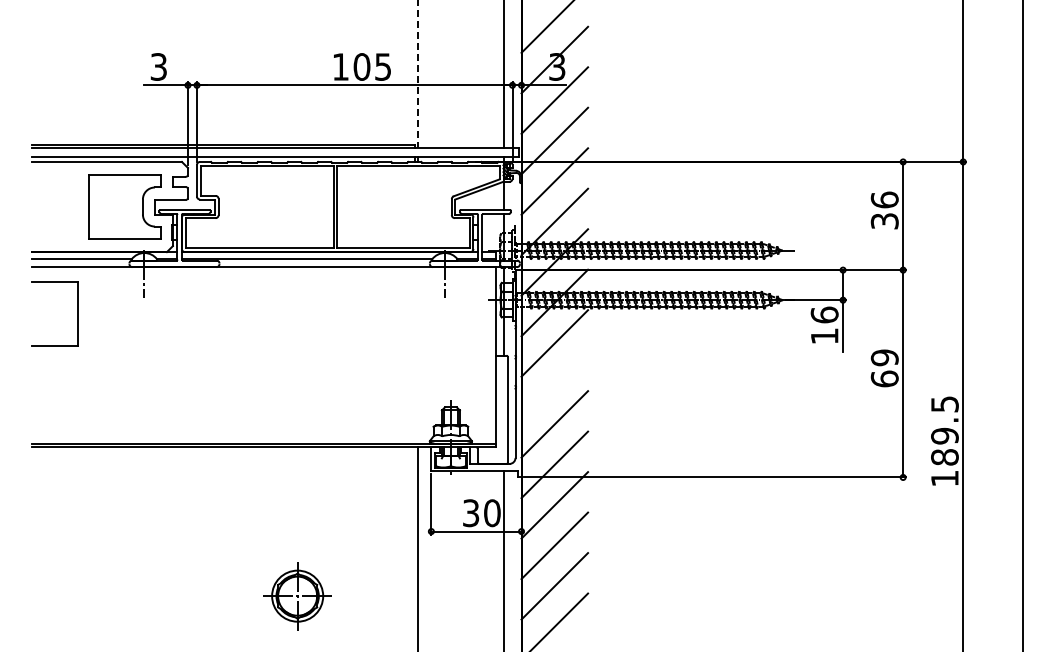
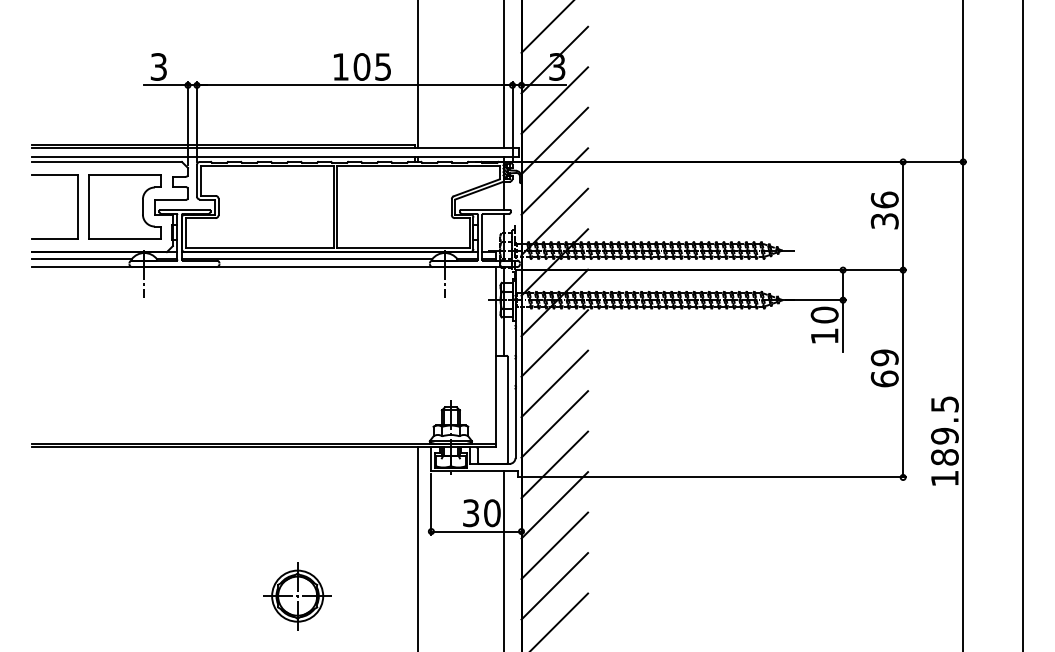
line at (417, 74): dashed -> solid
part at (77, 313) position: (77, 313) -> (77, 206)
text at (824, 314): 16 -> 10
line at (554, 383): none -> present
